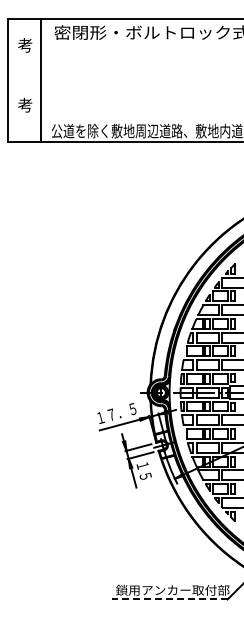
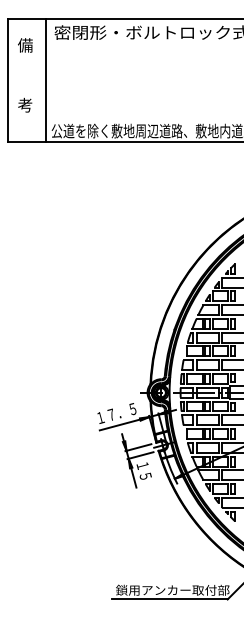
text at (25, 45): 考 -> 備
line at (41, 79) position: (41, 79) -> (46, 79)
line at (169, 599): dashed -> solid
